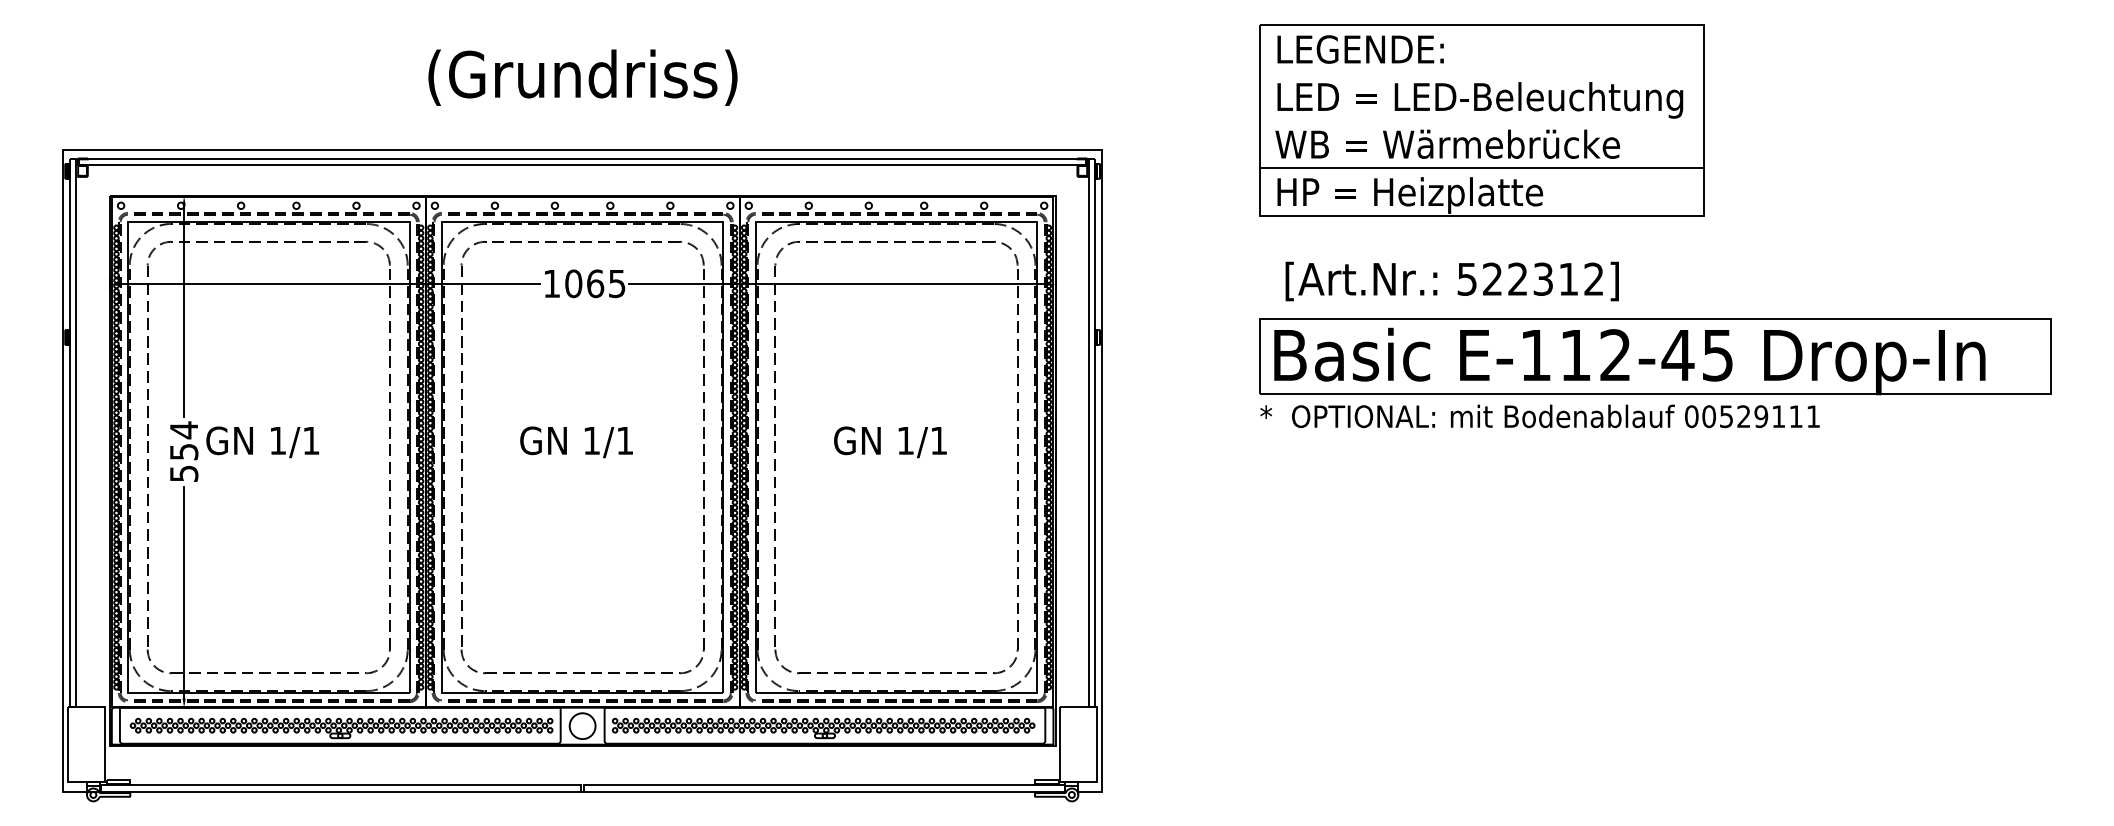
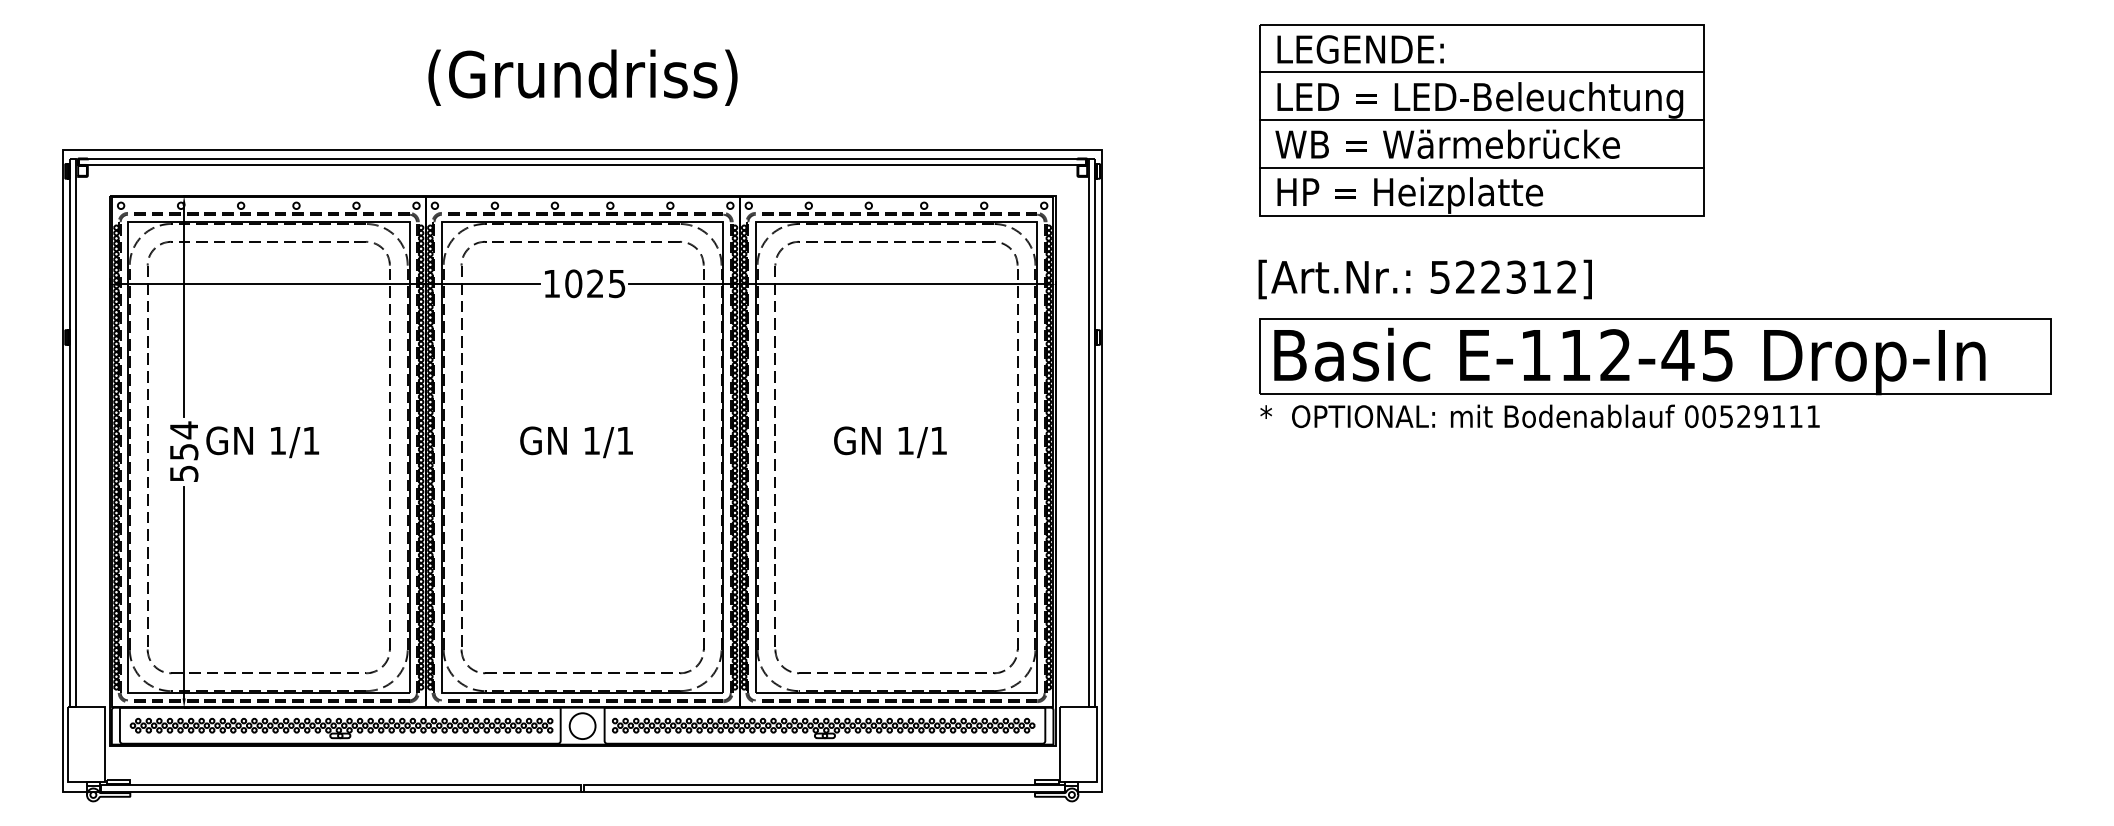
line at (1481, 72): none -> present
line at (1481, 120): none -> present
text at (1451, 281) position: (1451, 281) -> (1424, 279)
text at (595, 283): 1065 -> 1025
